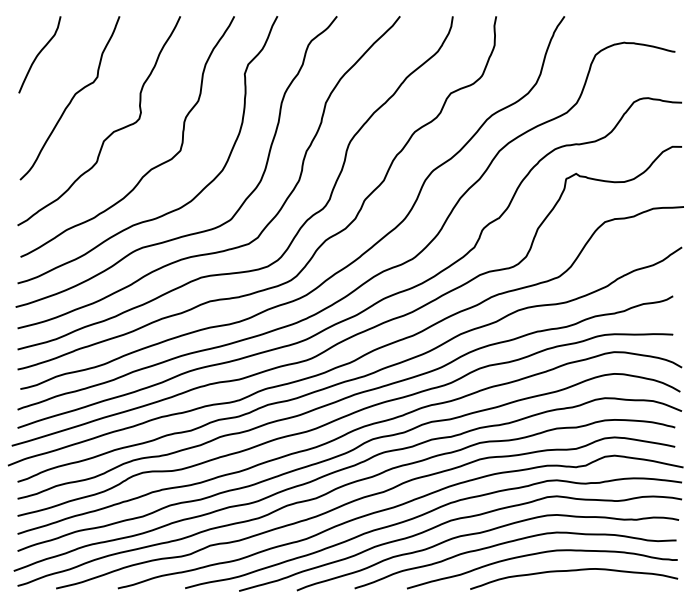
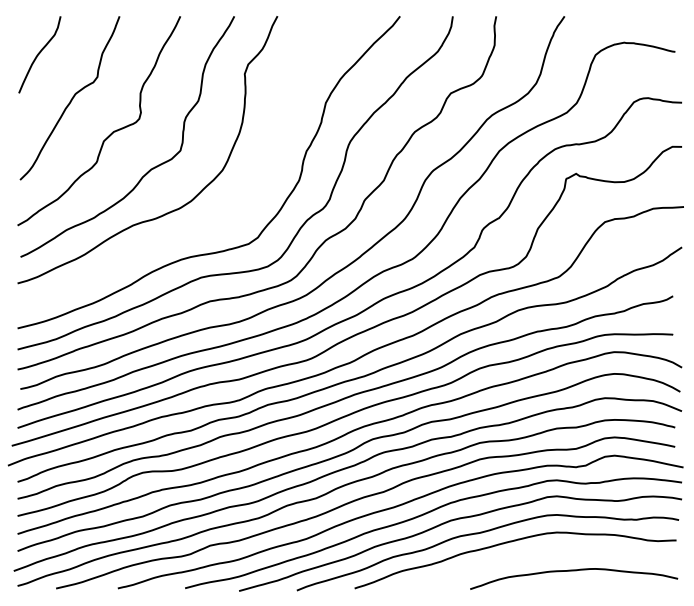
curve at (194, 232): present -> none
curve at (538, 554): present -> none
